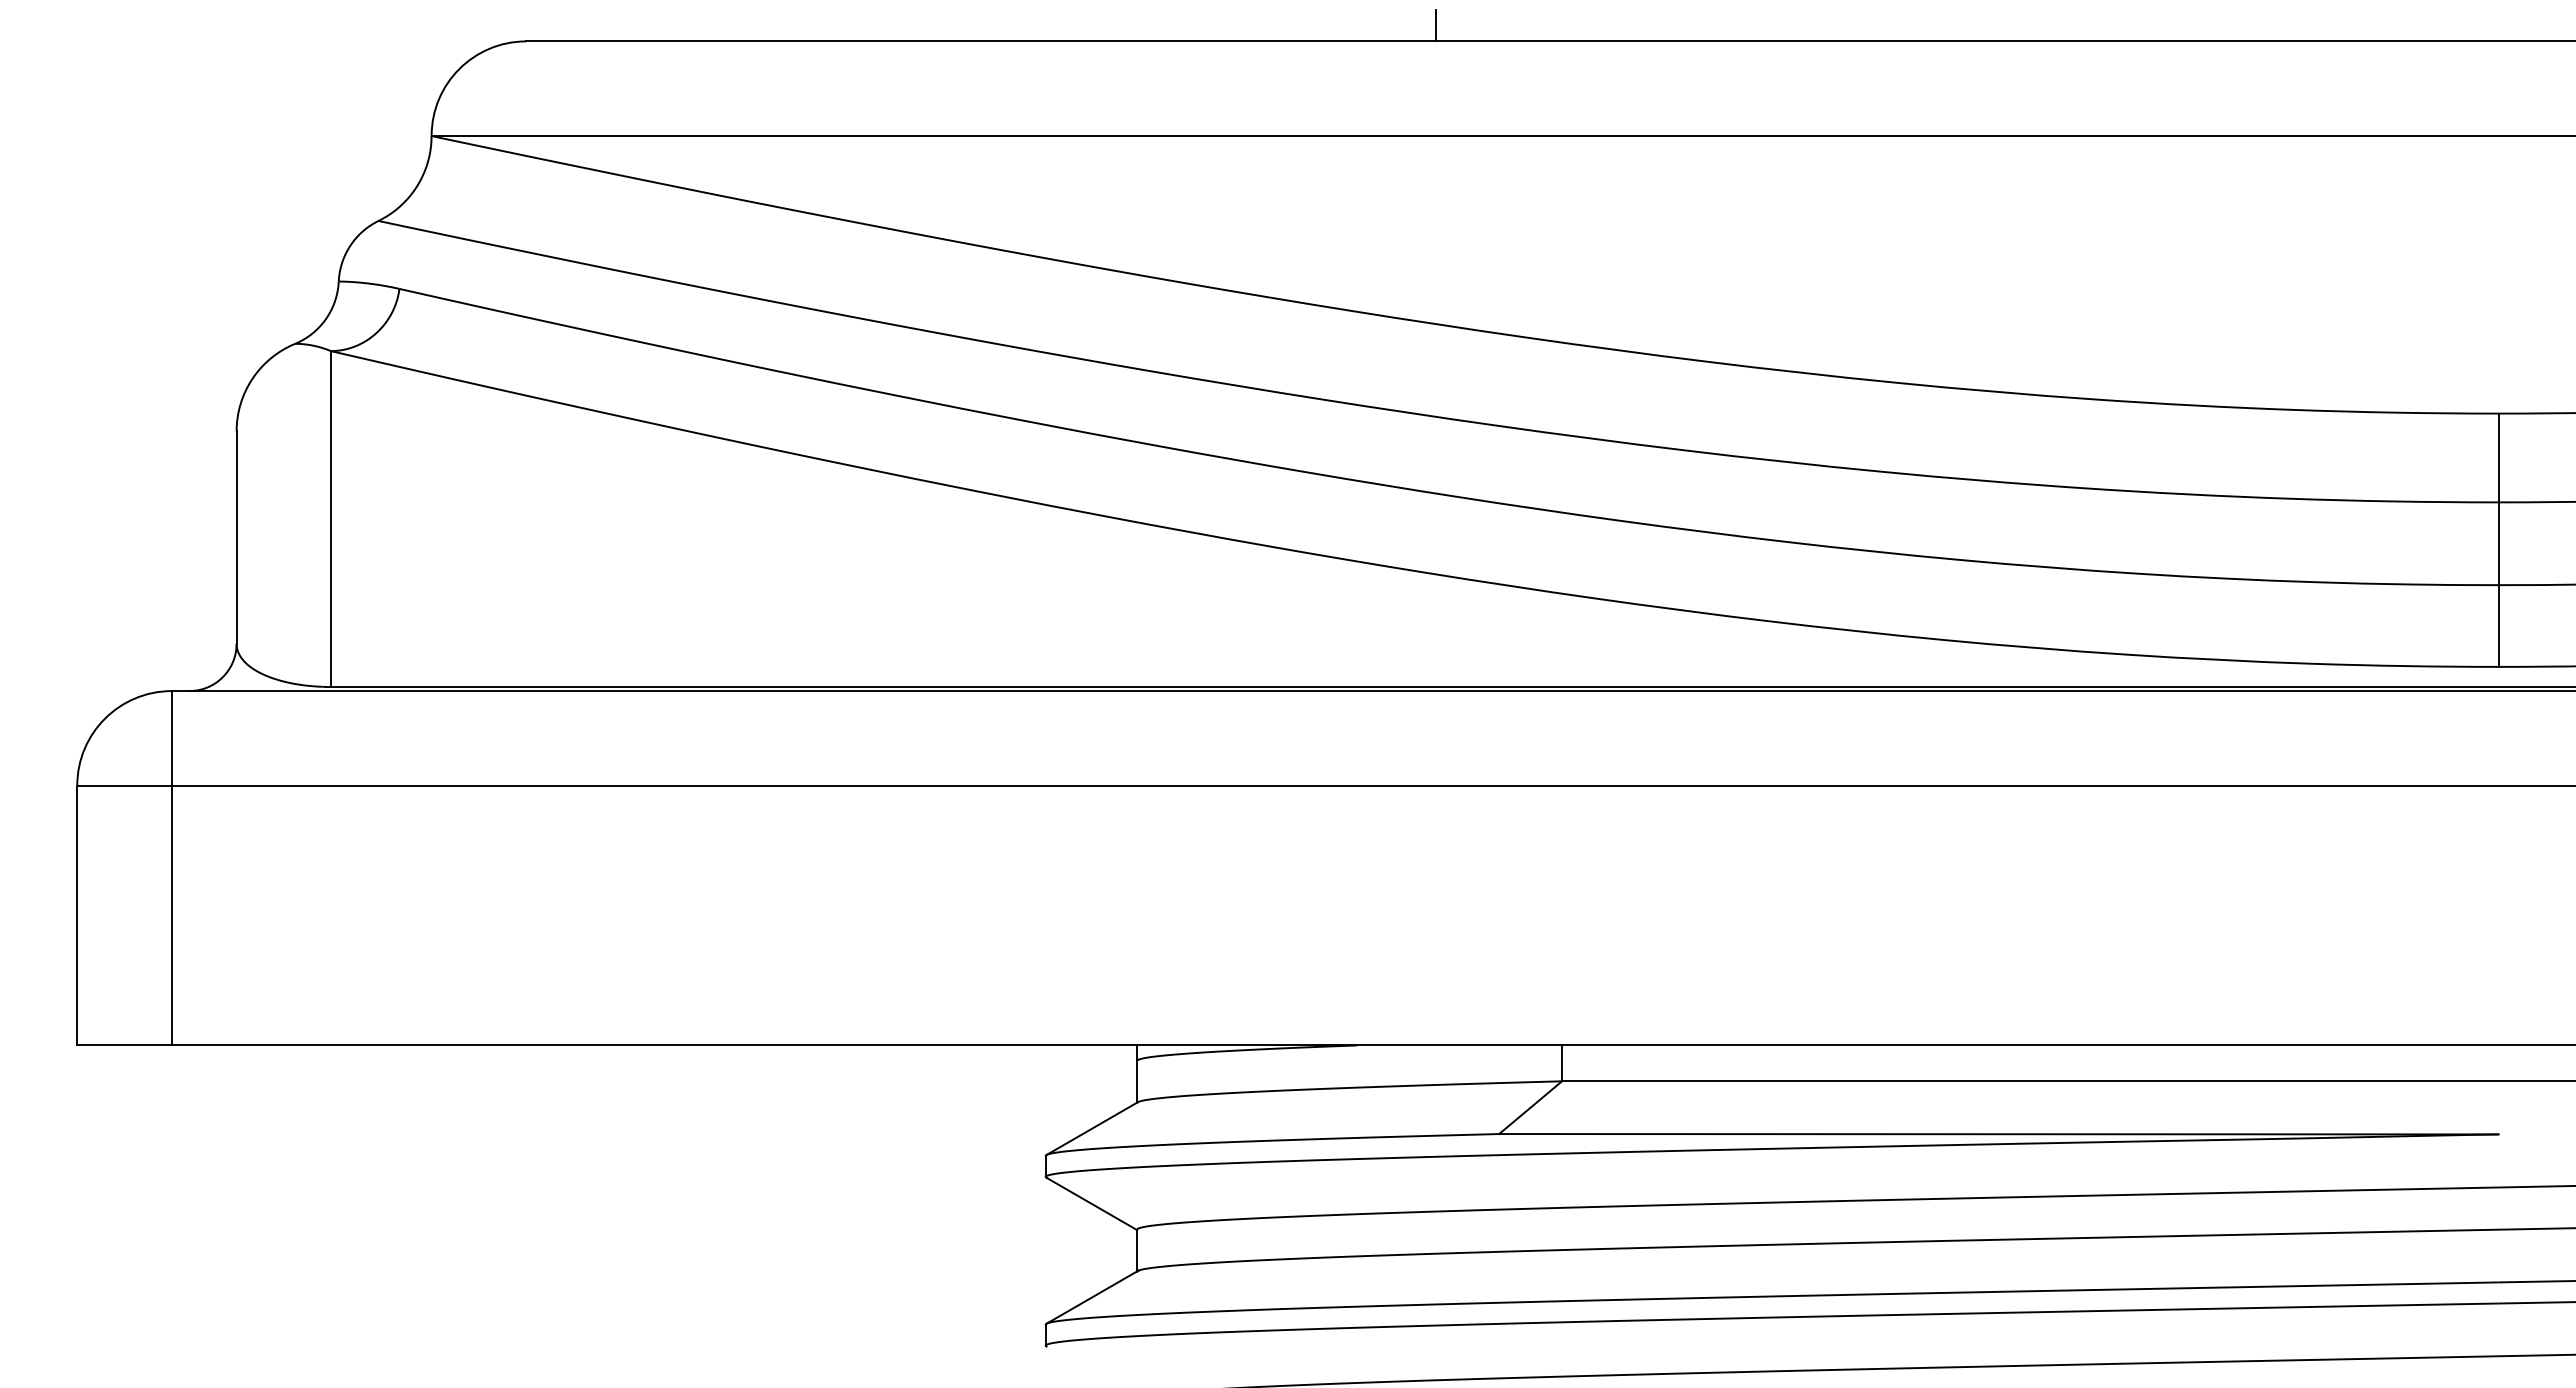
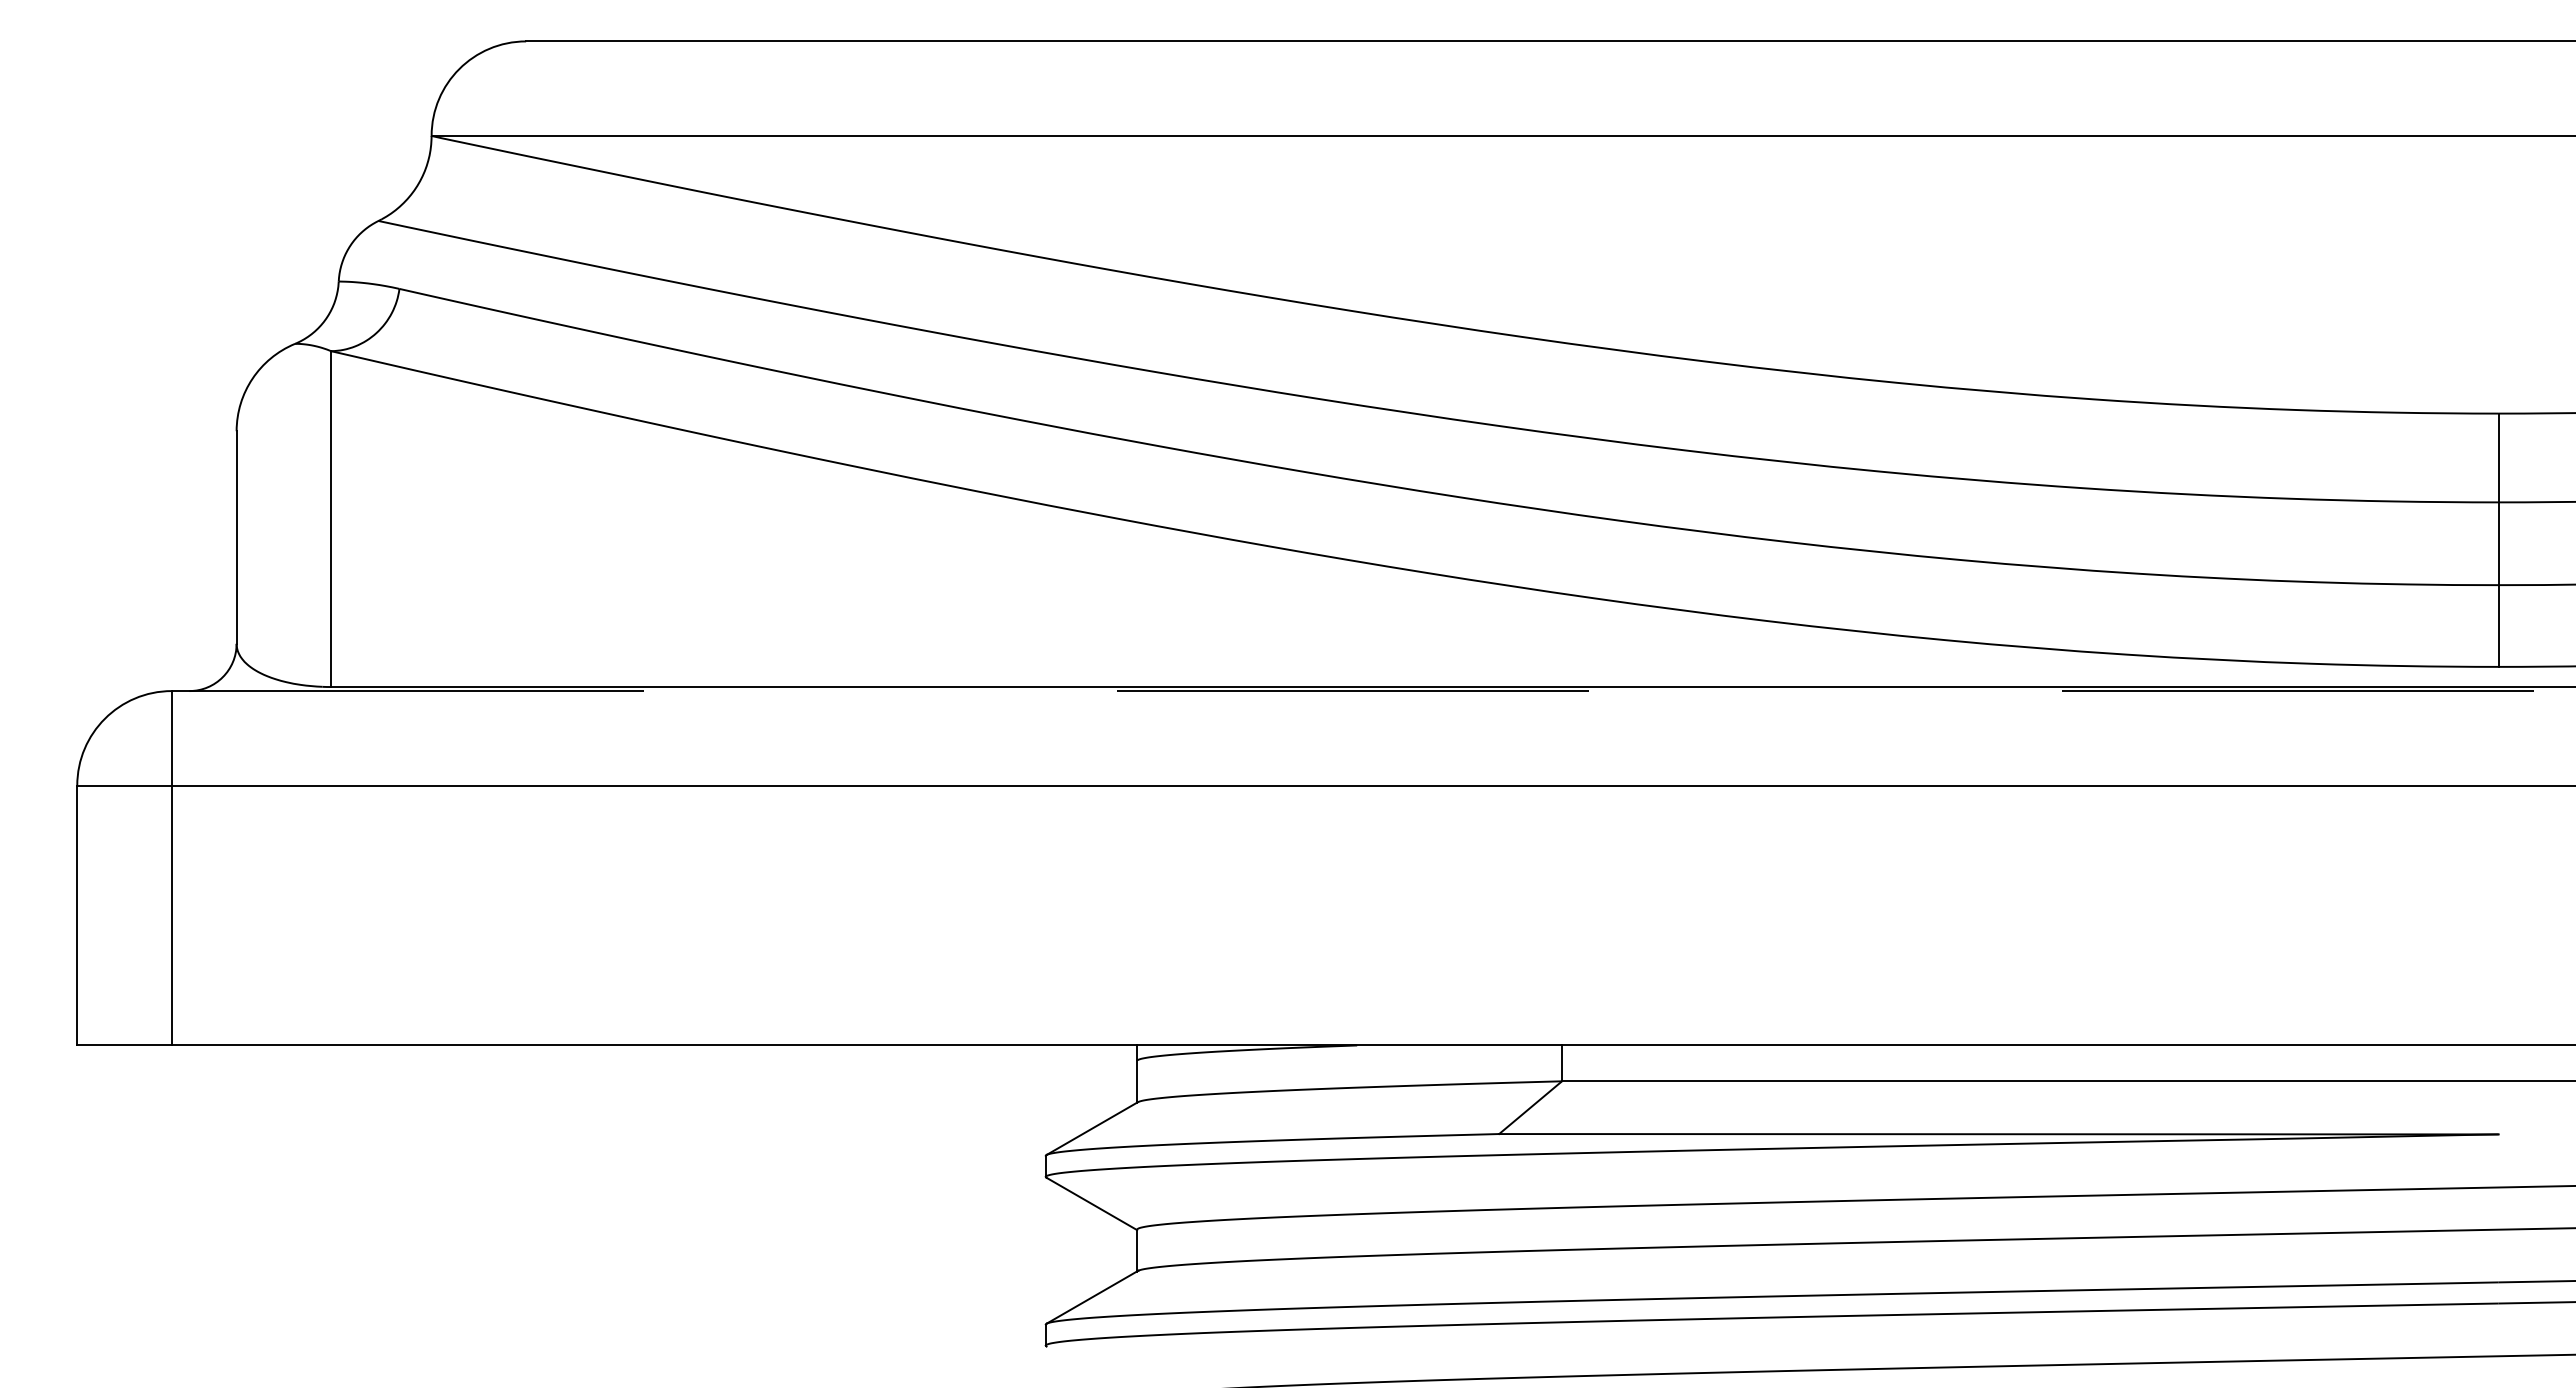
line at (1435, 25): present -> none
line at (1373, 691): solid -> dashed
